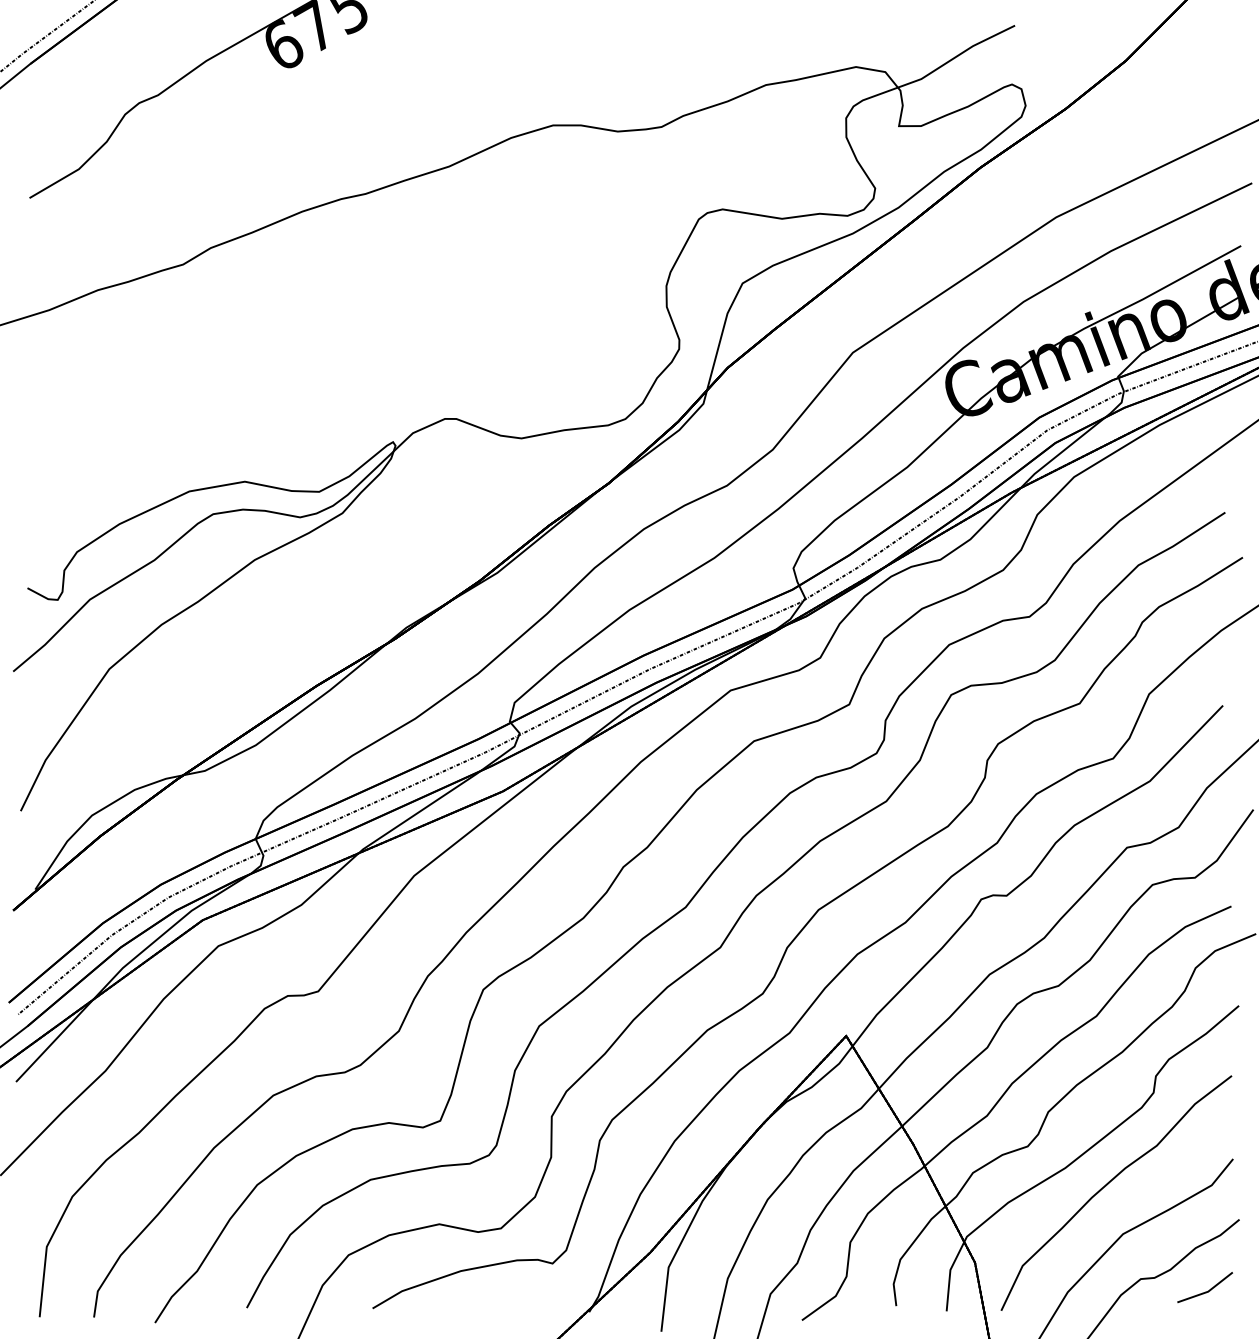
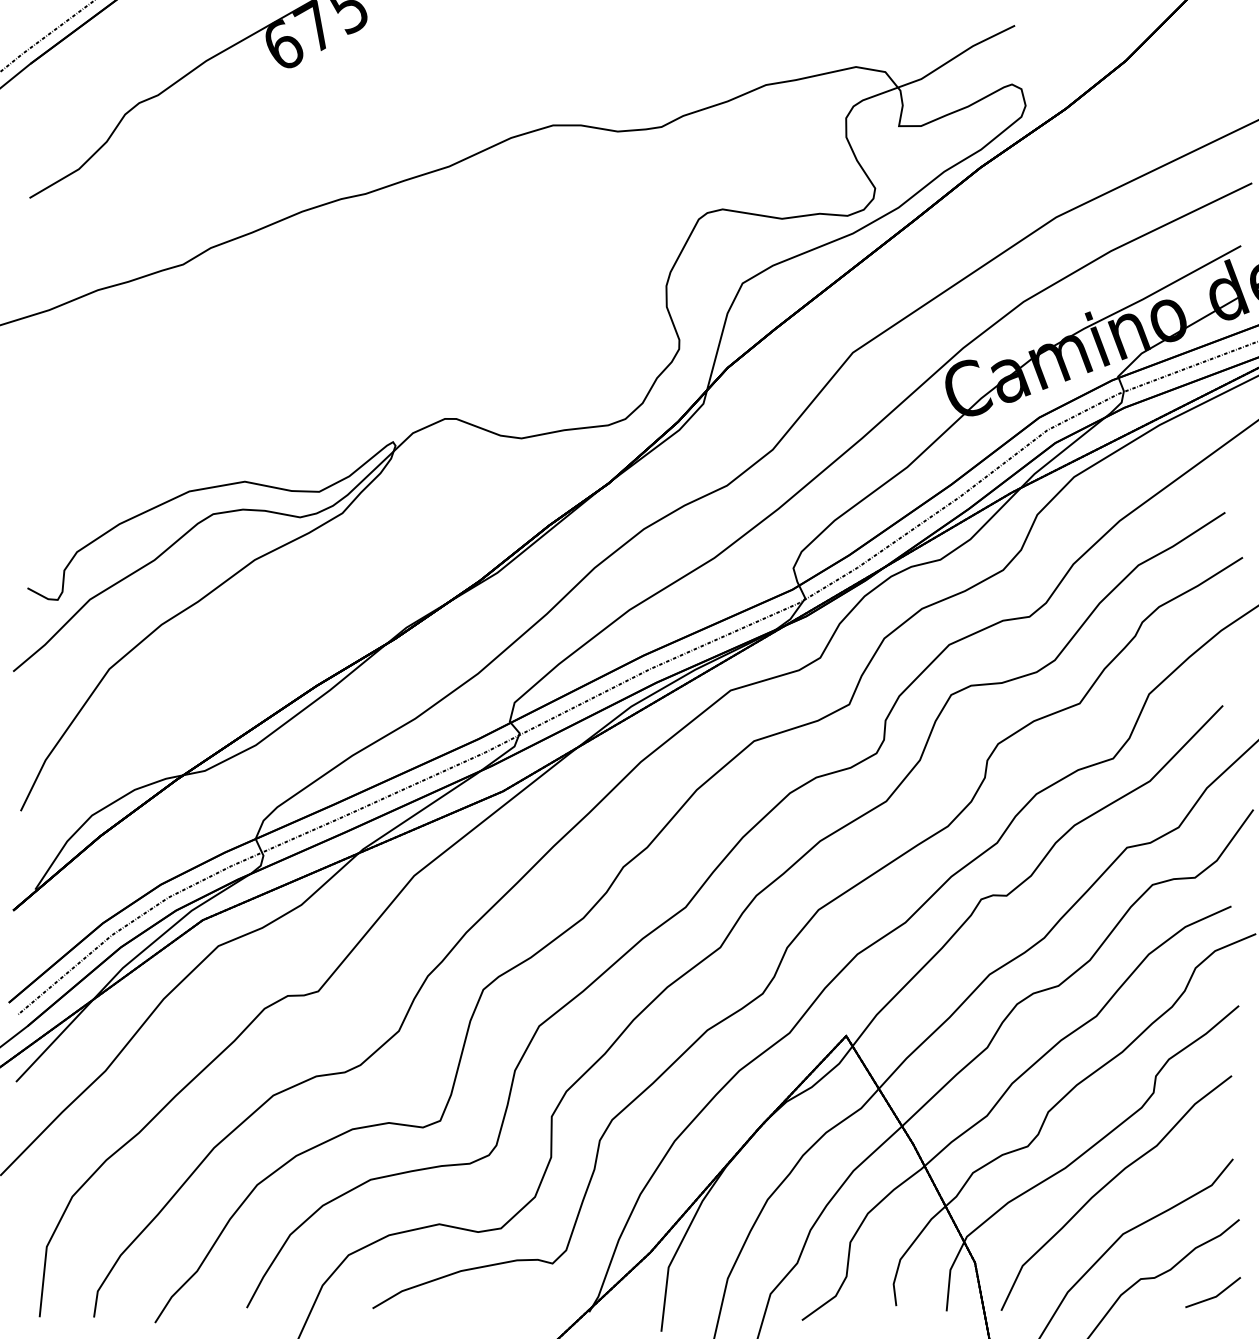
part at (1204, 1287) position: (1204, 1287) -> (1212, 1292)
